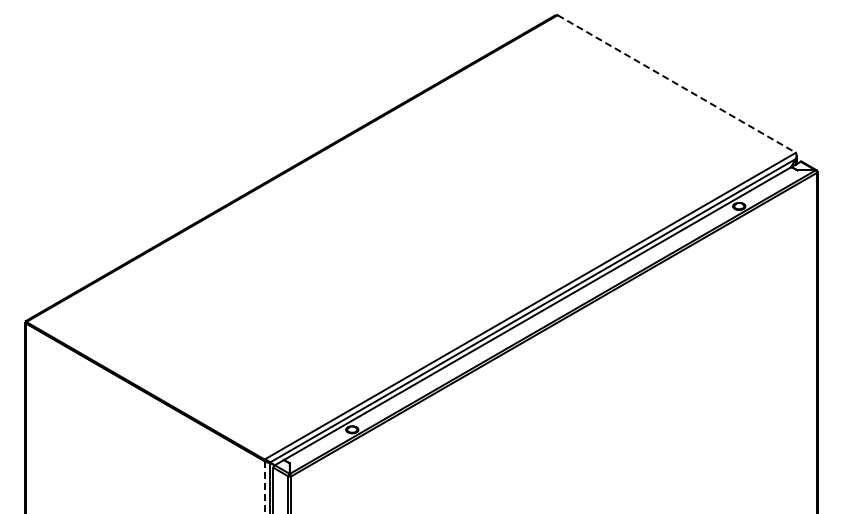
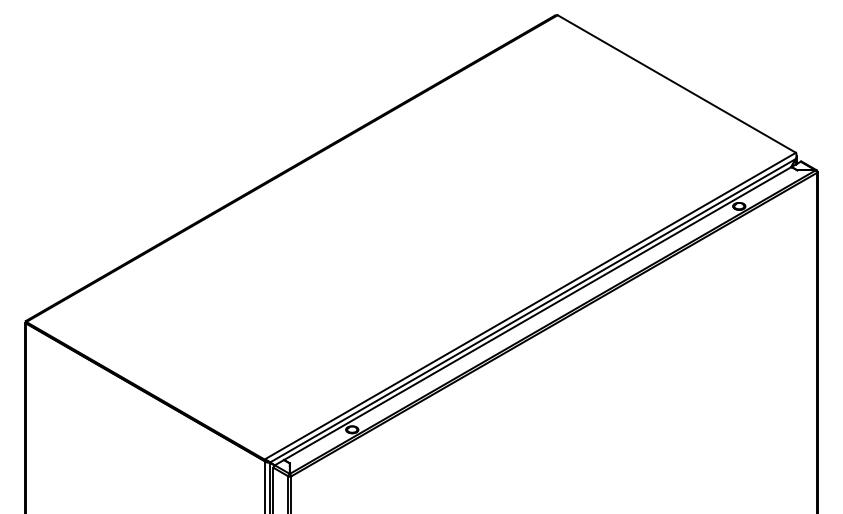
line at (676, 84): dashed -> solid
line at (264, 487): dashed -> solid
